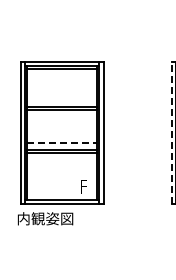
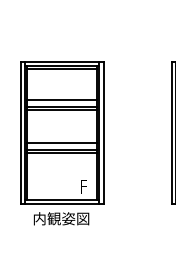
line at (62, 100): none -> present
line at (171, 132): dashed -> solid
line at (62, 143): dashed -> solid
text at (45, 218) position: (45, 218) -> (61, 218)
